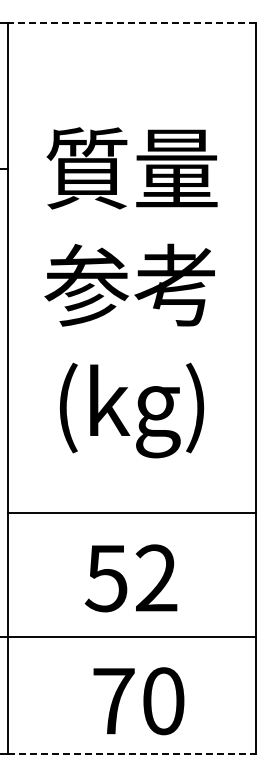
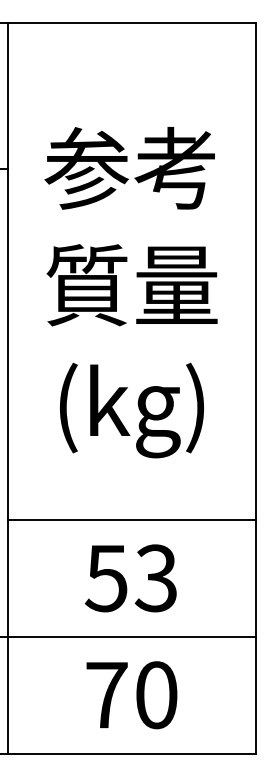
line at (131, 23): dashed -> solid
text at (130, 168): 質量 -> 参考
text at (130, 284): 参考 -> 質量
line at (131, 512) position: (131, 512) -> (131, 519)
text at (155, 578): 52 -> 53
text at (138, 701) position: (138, 701) -> (131, 695)
line at (132, 753): dashed -> solid
